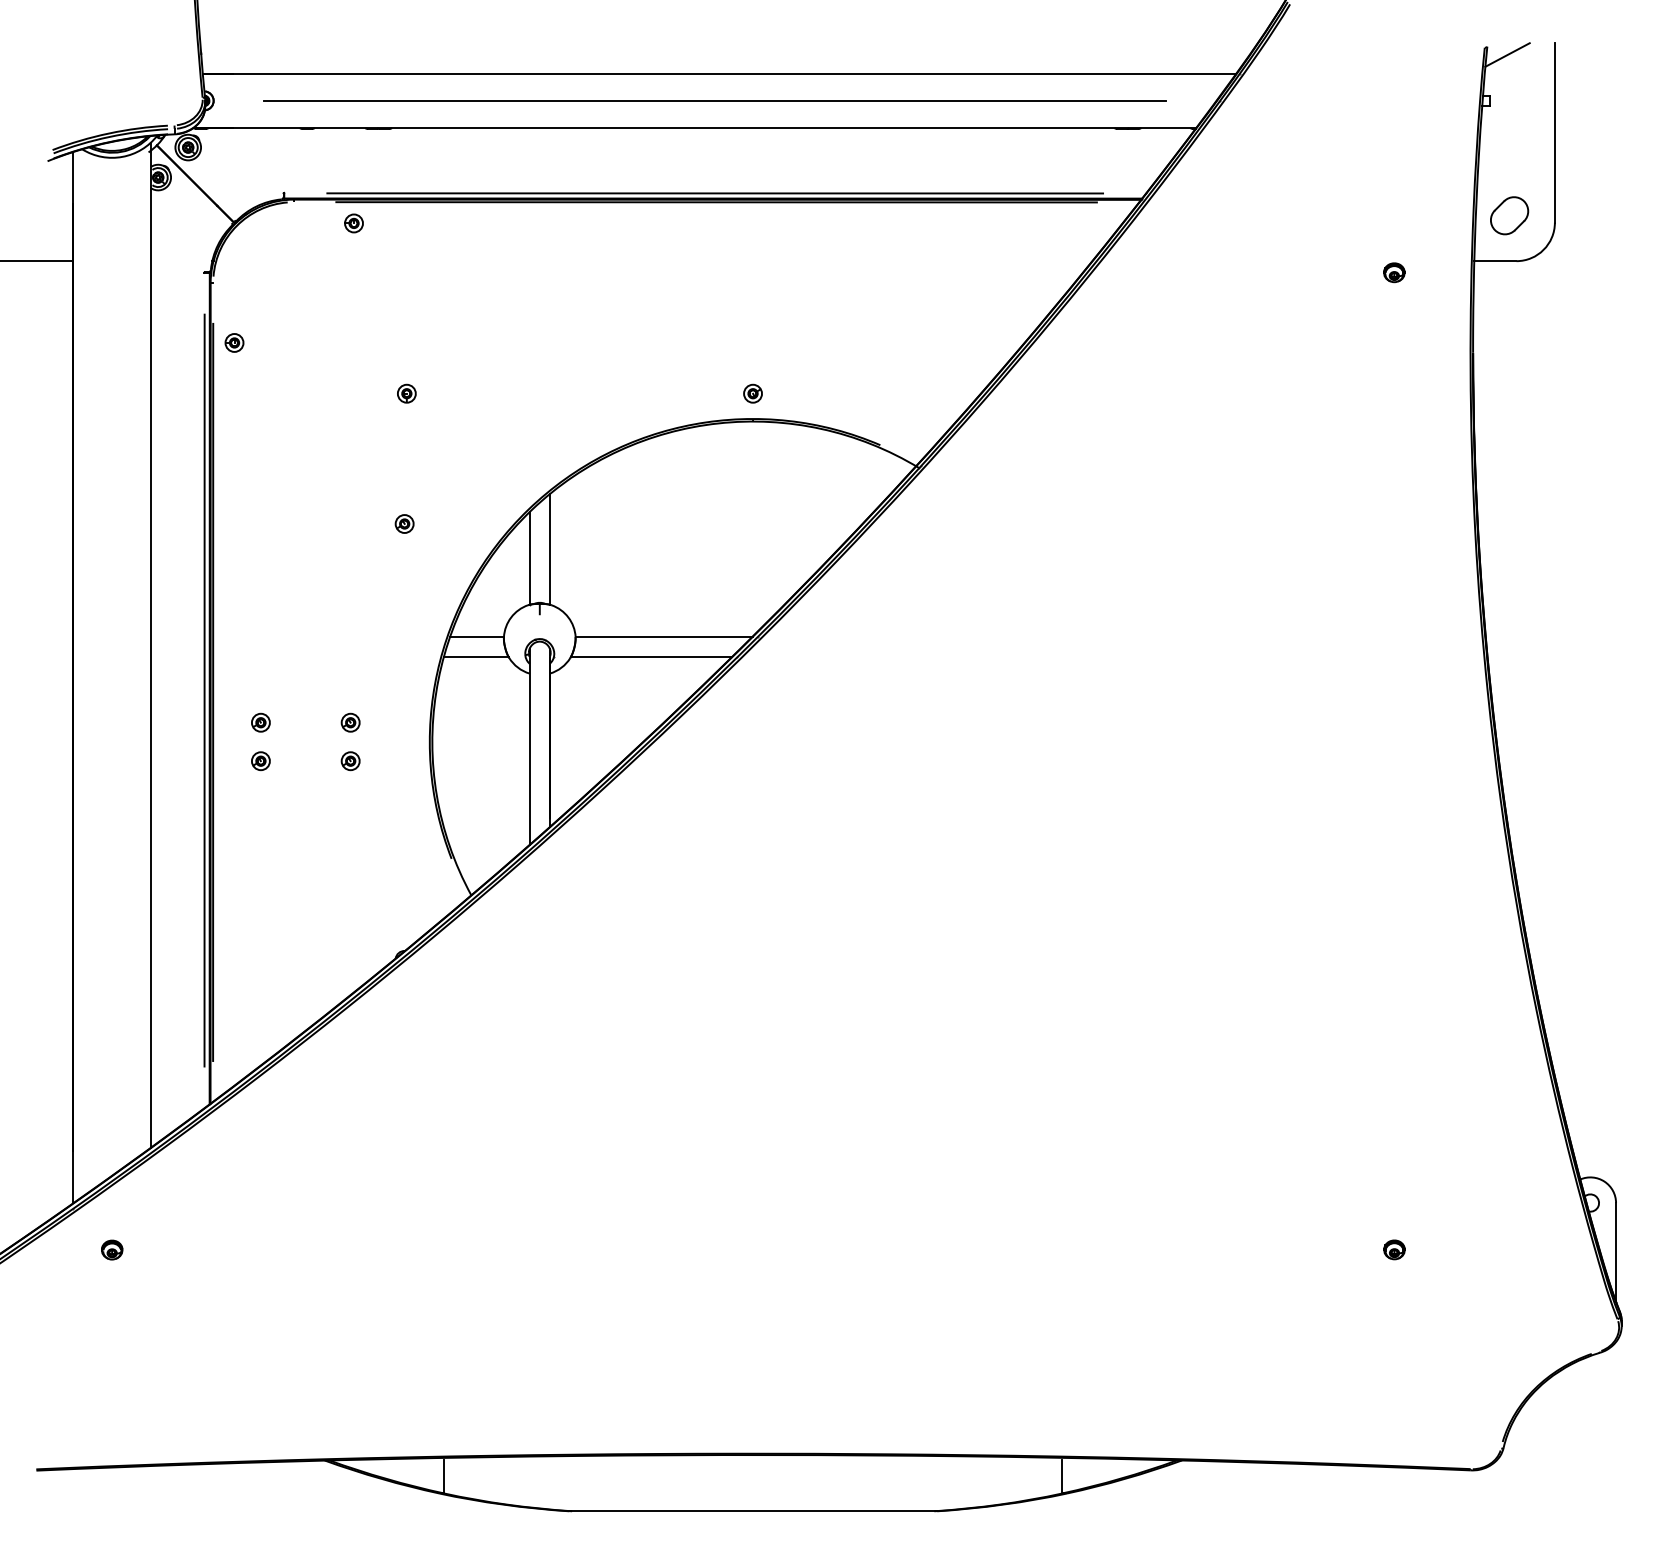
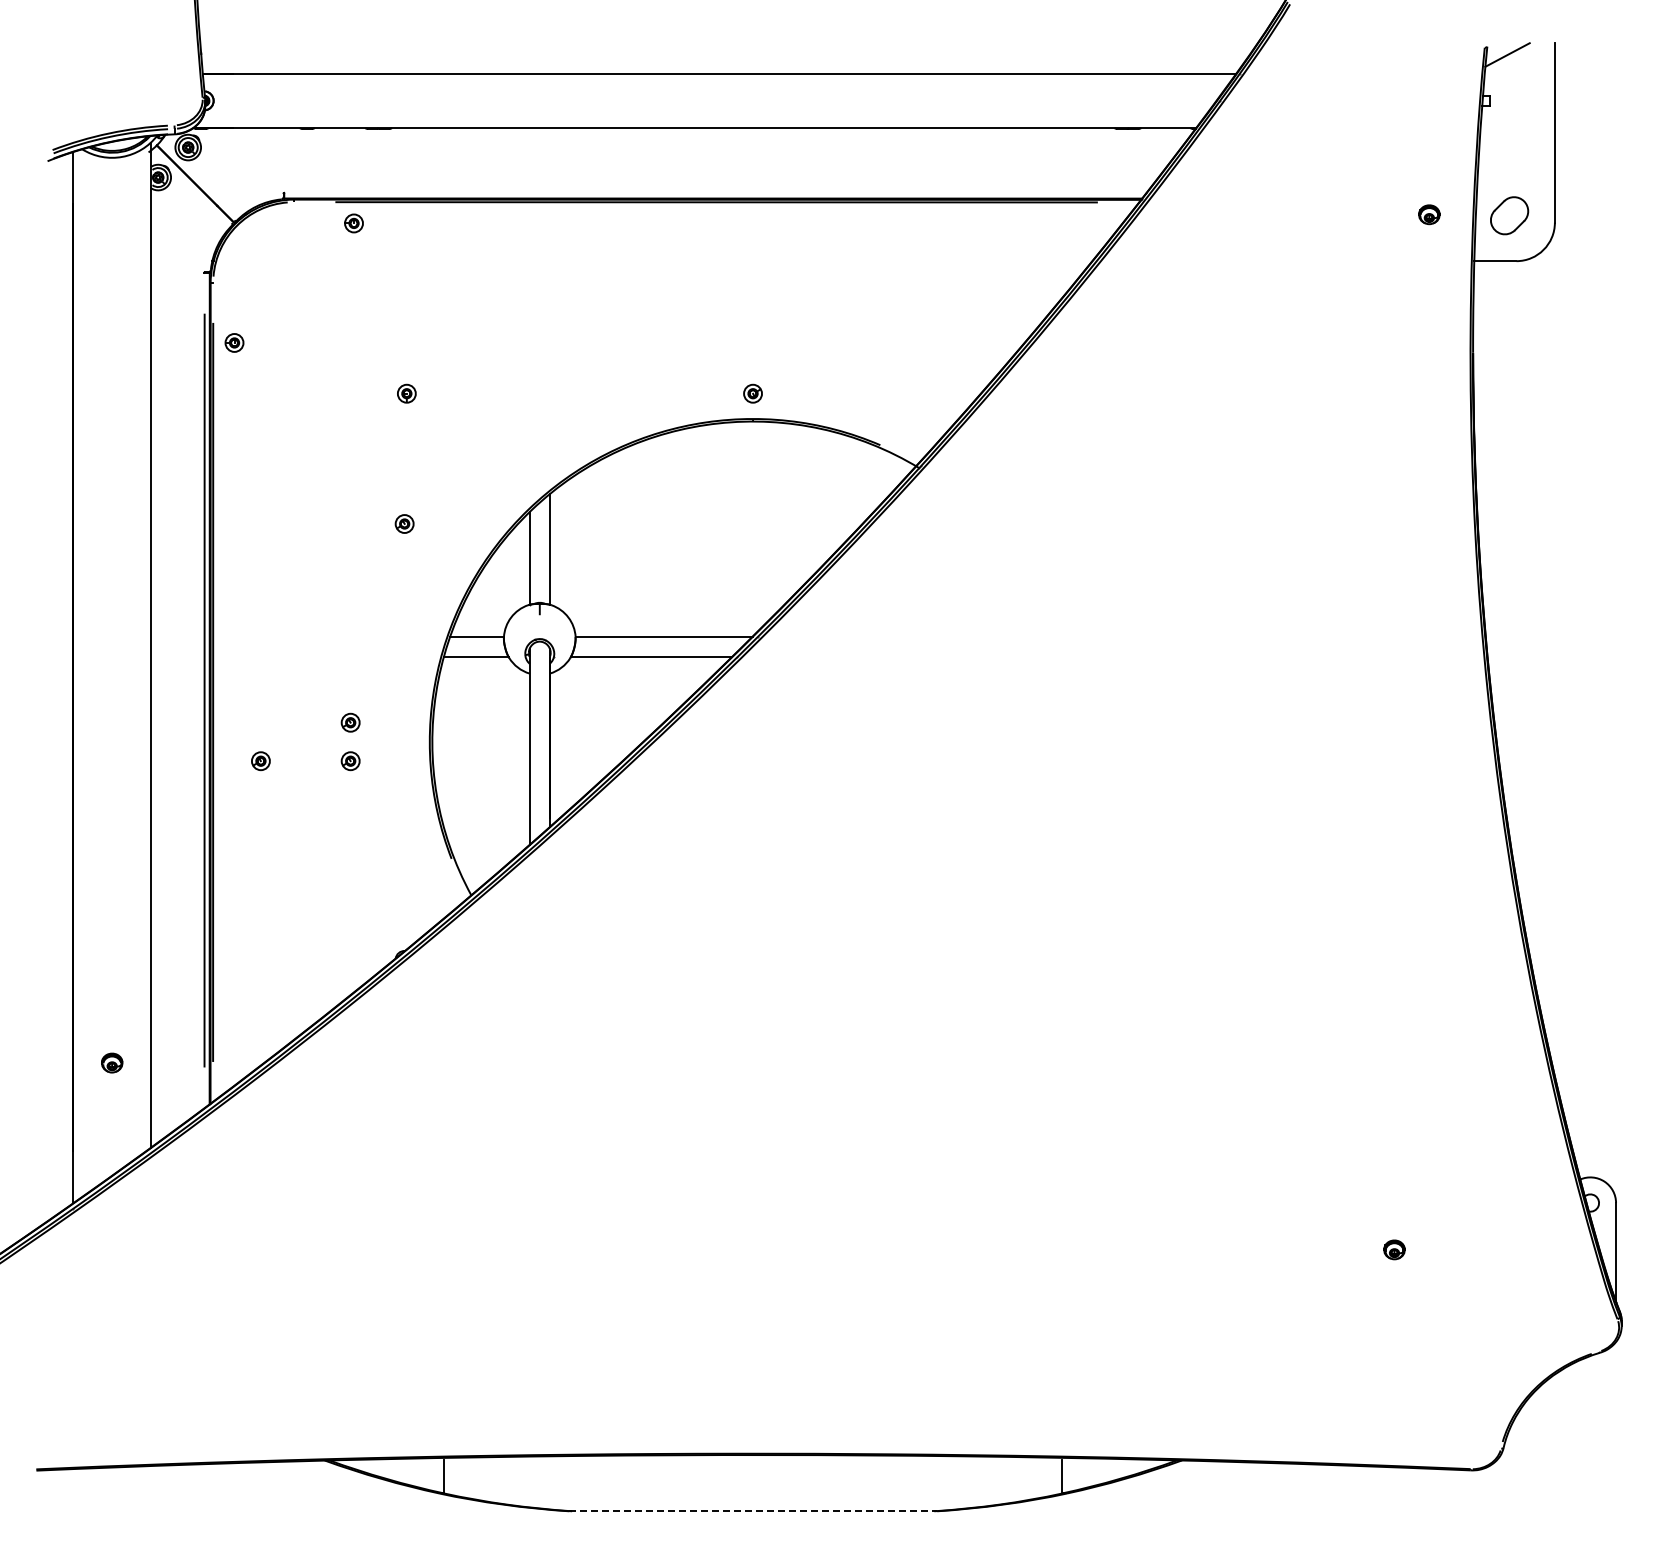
line at (714, 100): present -> none
line at (715, 193): present -> none
line at (37, 261): present -> none
part at (1394, 272) position: (1394, 272) -> (1429, 214)
part at (260, 722): present -> none
part at (112, 1249) position: (112, 1249) -> (112, 1062)
line at (753, 1511): solid -> dashed
